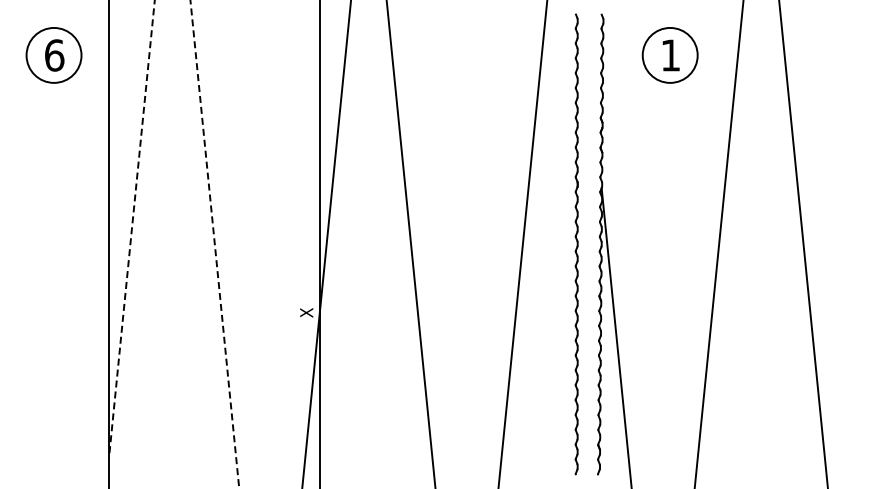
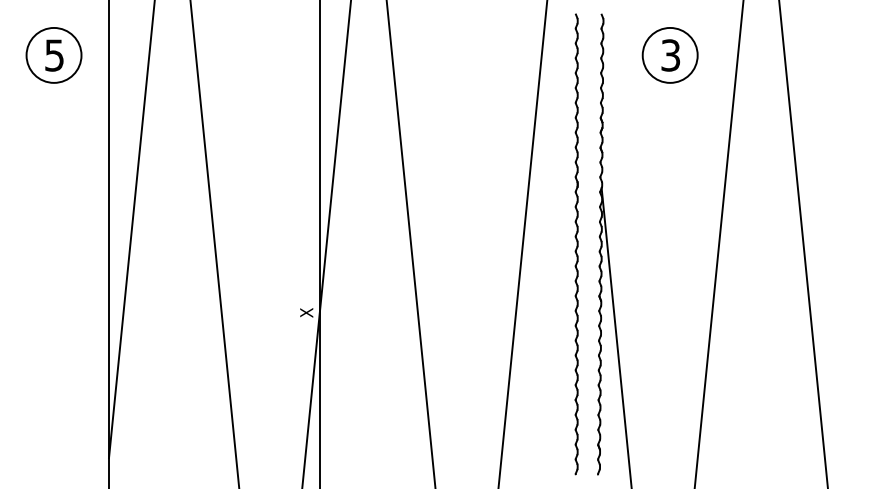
text at (54, 55): 6 -> 5
text at (670, 55): 1 -> 3
line at (131, 229): dashed -> solid
line at (214, 243): dashed -> solid
